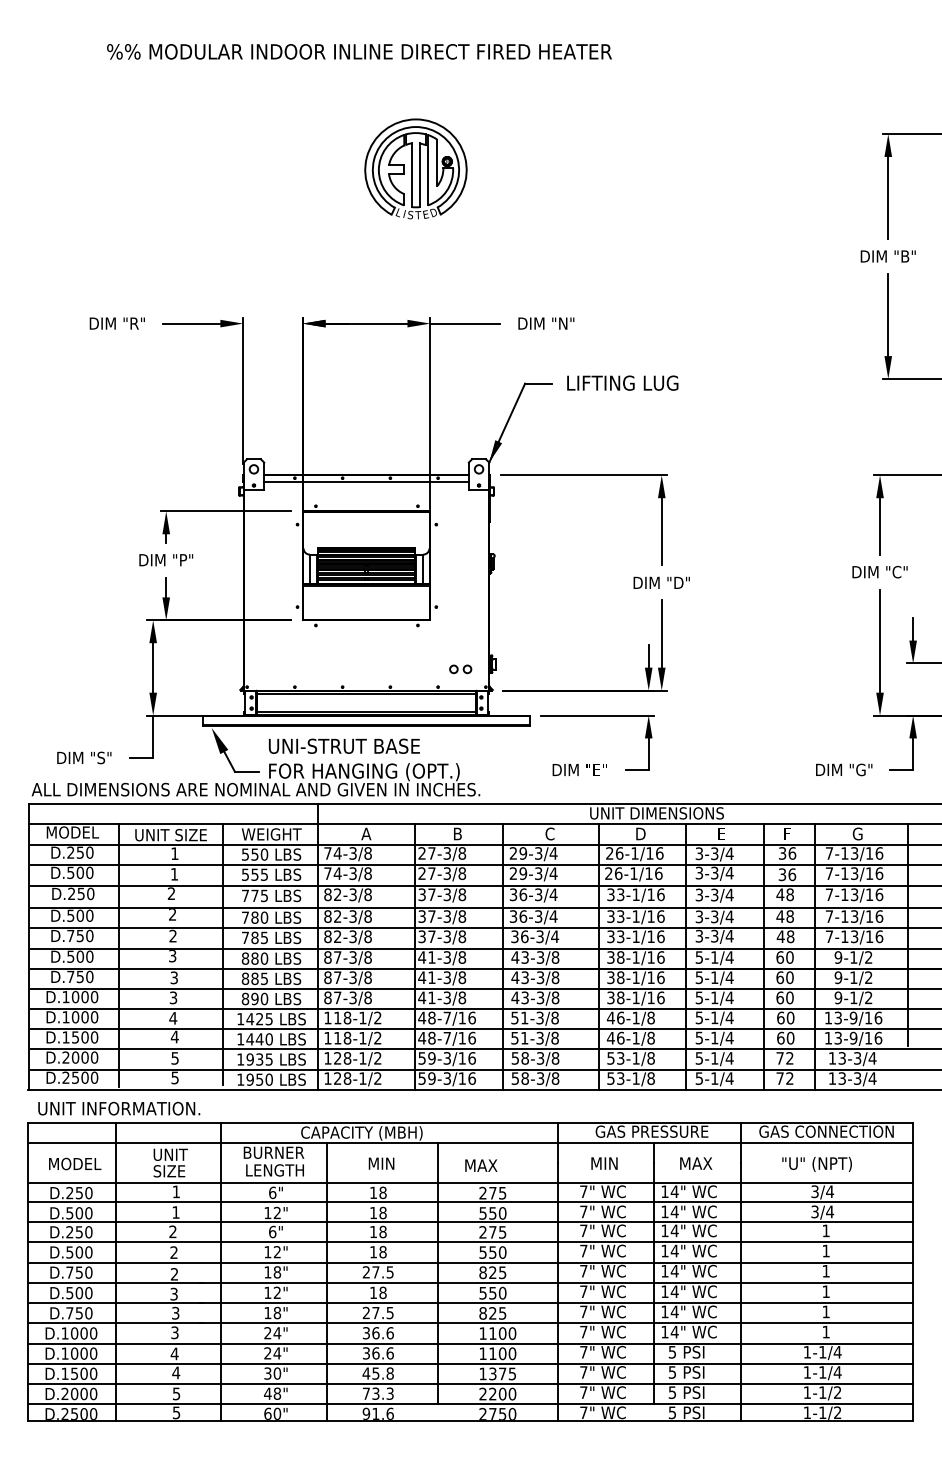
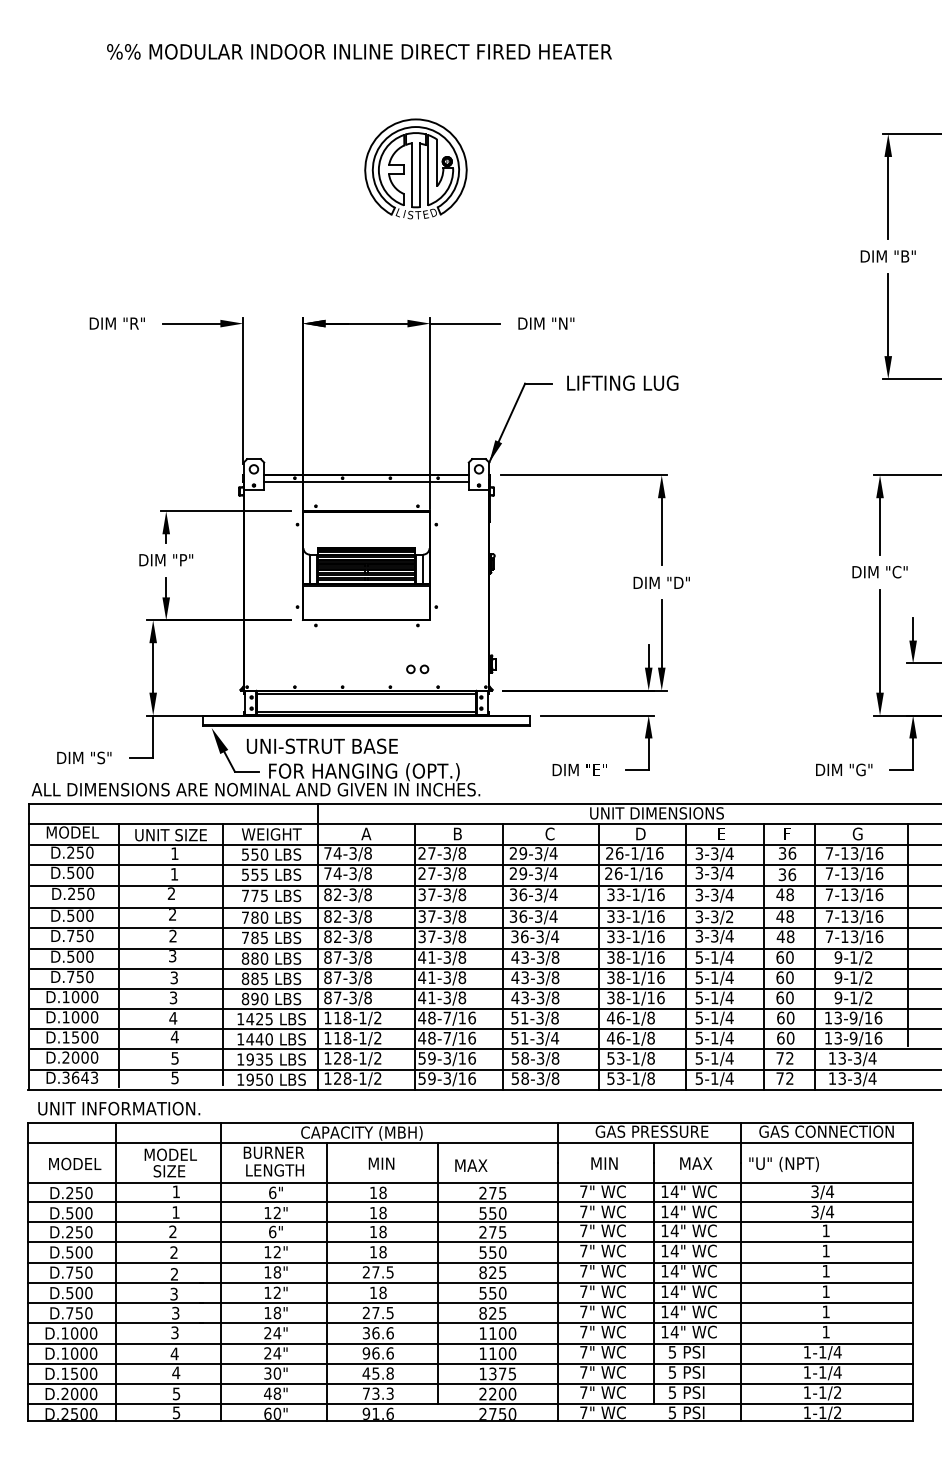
part at (460, 669) position: (460, 669) -> (417, 669)
text at (344, 745) position: (344, 745) -> (322, 745)
text at (729, 916): 3-3/4 -> 3-3/2
text at (555, 1037): 51-3/8 -> 51-3/4
text at (80, 1077): D.2500 -> D.3643
text at (170, 1154): UNIT -> MODEL
text at (816, 1163) position: (816, 1163) -> (783, 1163)
text at (481, 1165) position: (481, 1165) -> (471, 1165)
text at (366, 1353): 36.6 -> 96.6
